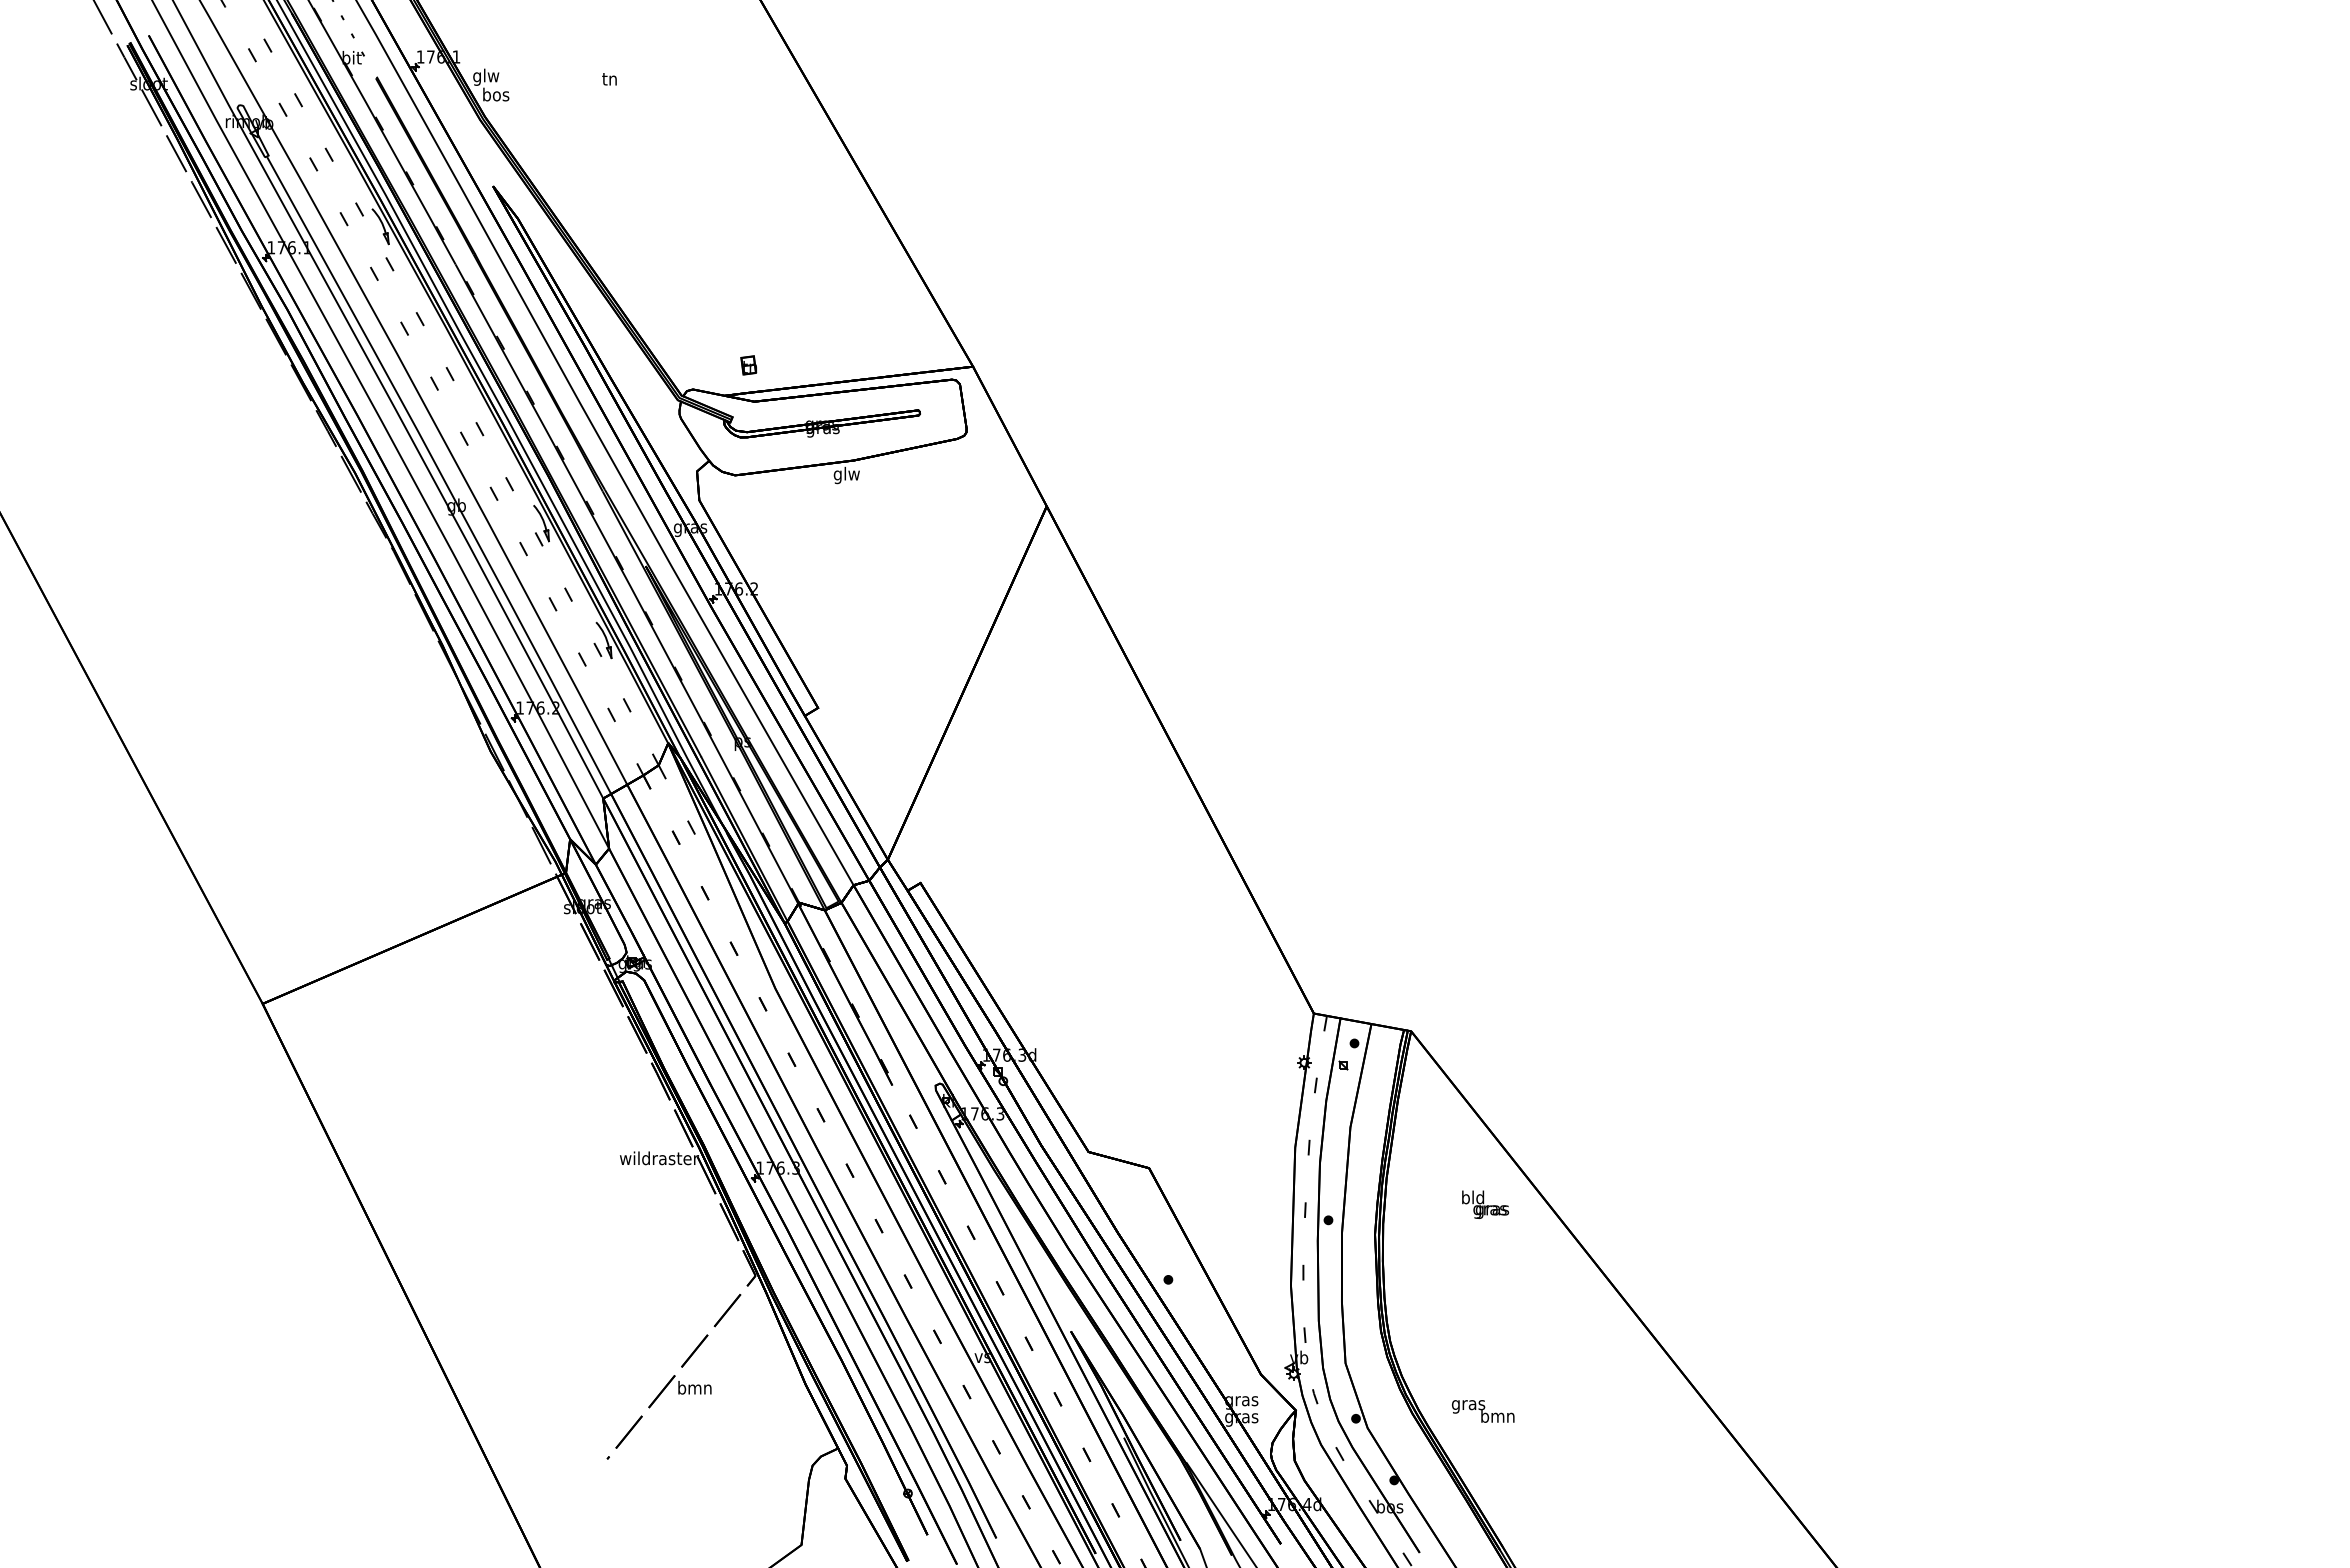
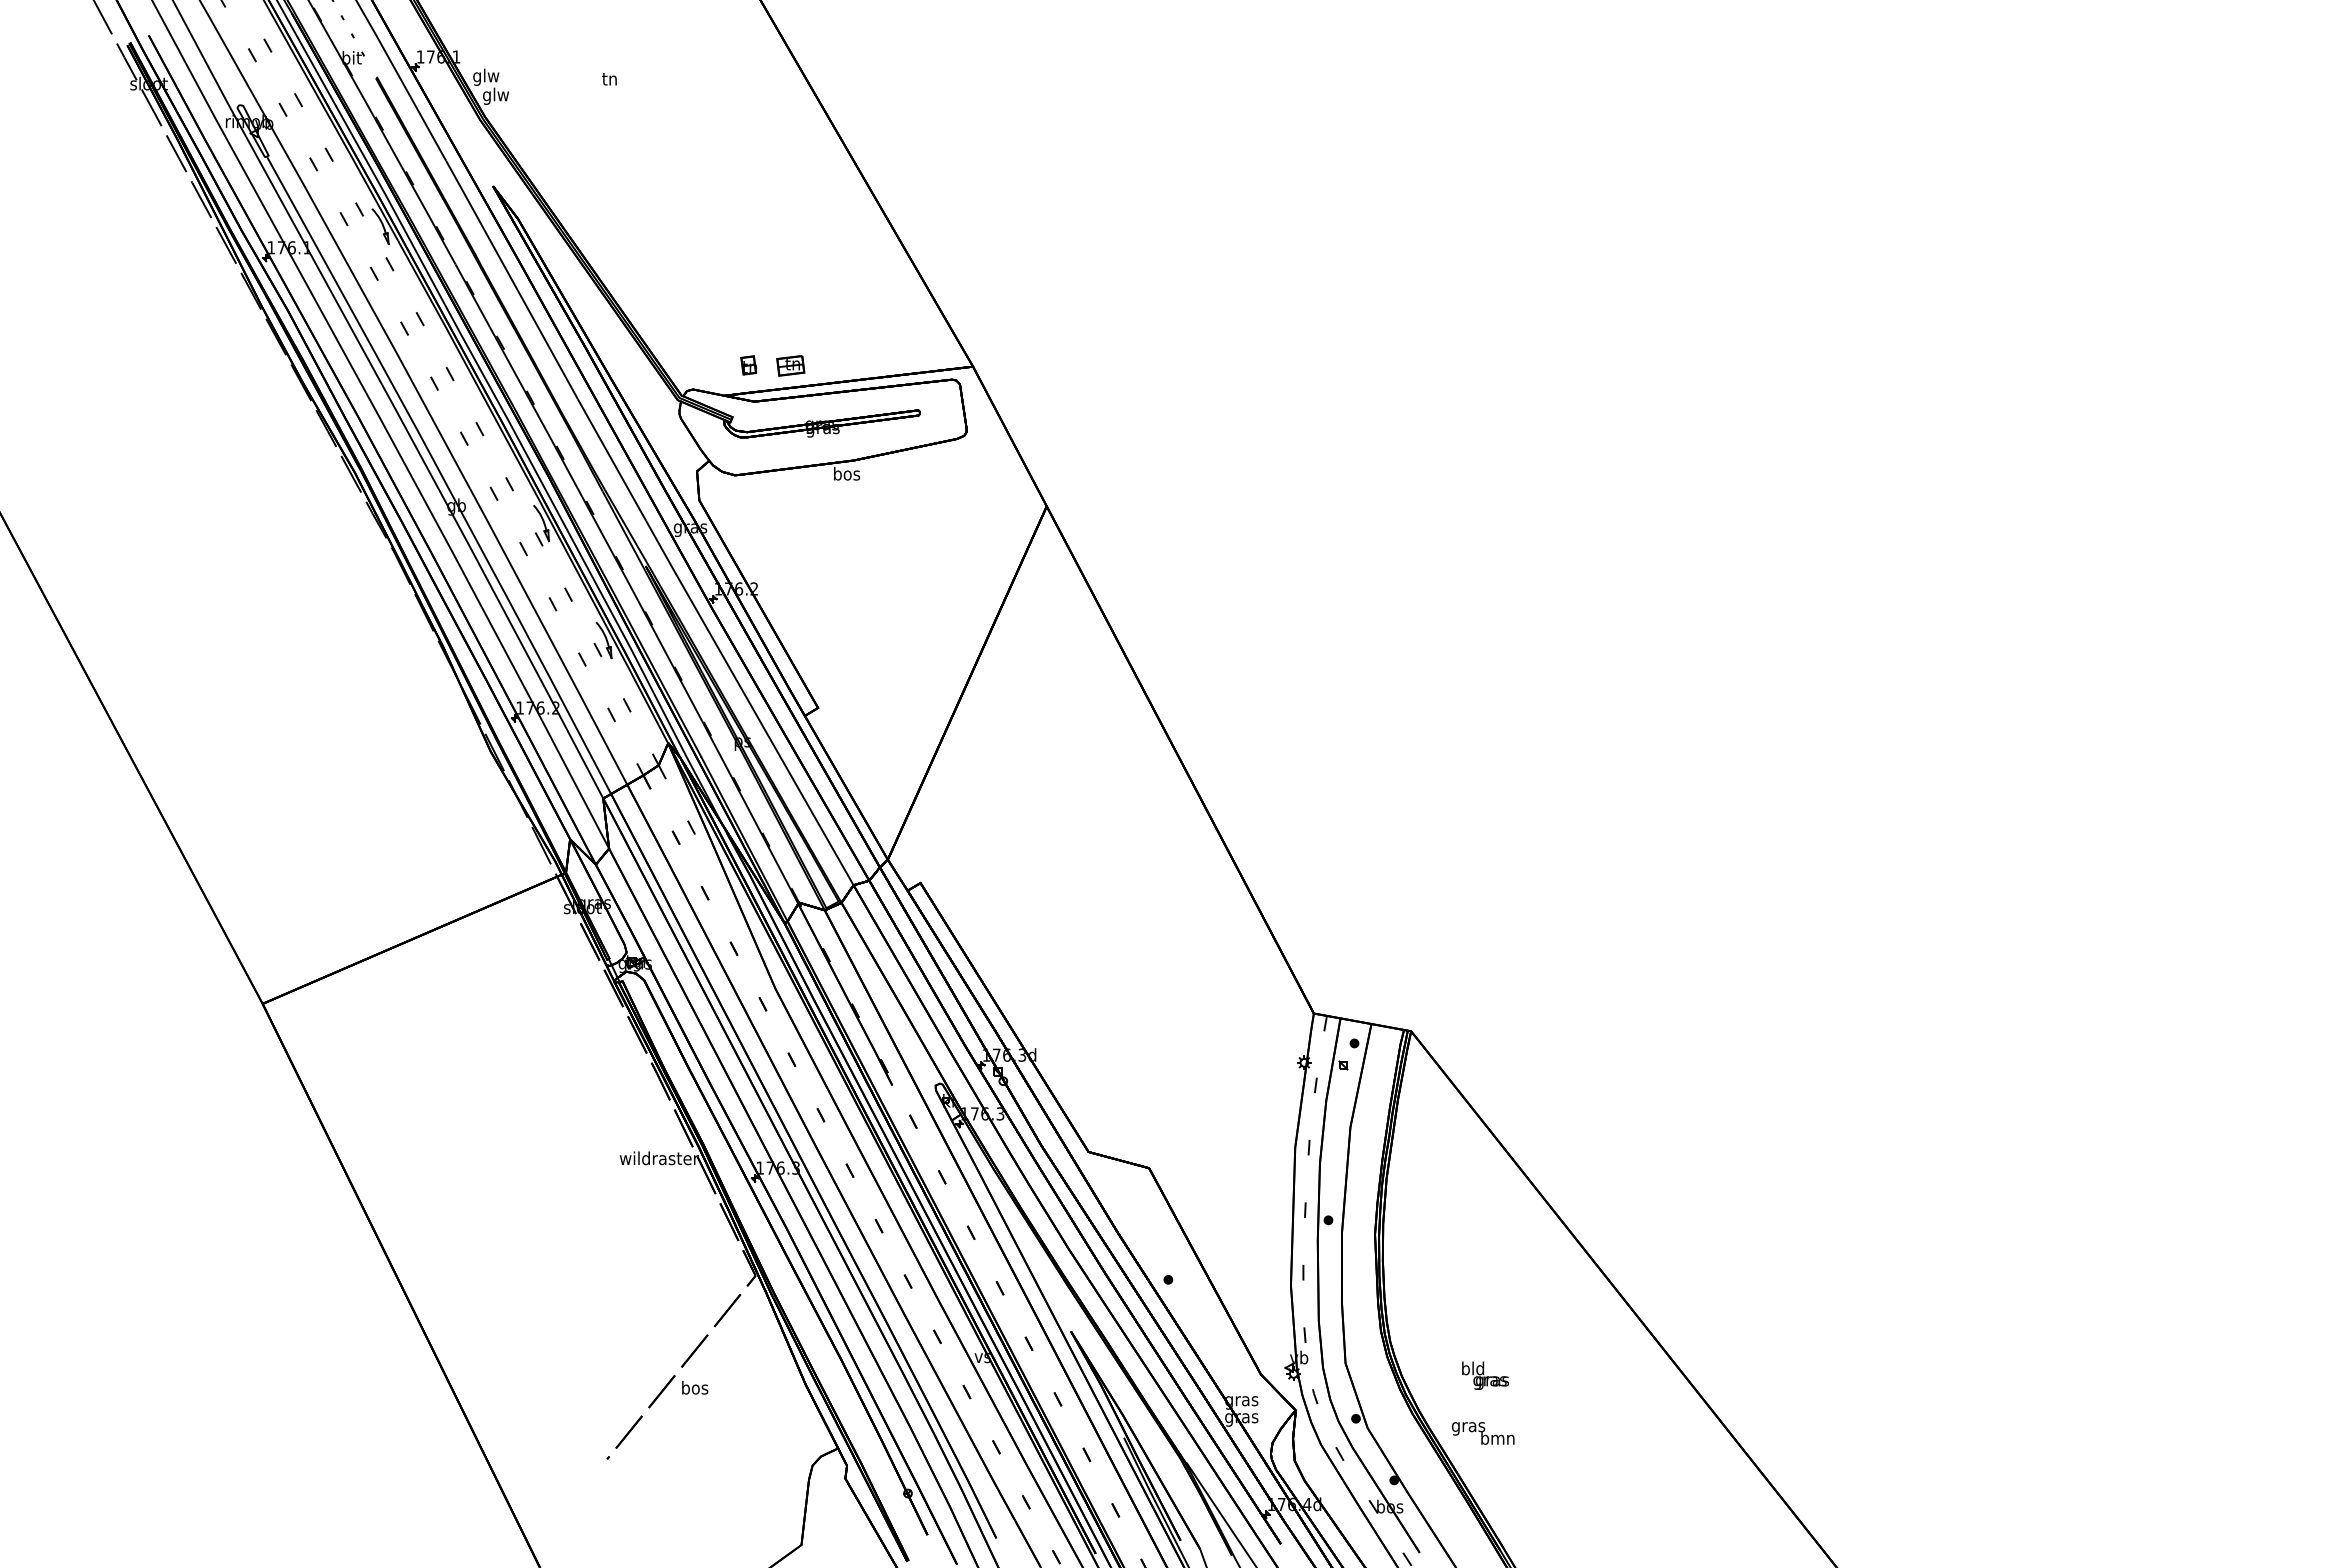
text at (496, 95): bos -> glw
part at (790, 365): none -> present
text at (846, 475): glw -> bos
text at (1485, 1204) position: (1485, 1204) -> (1485, 1375)
text at (694, 1387): bmn -> bos
text at (1483, 1411) position: (1483, 1411) -> (1483, 1433)
